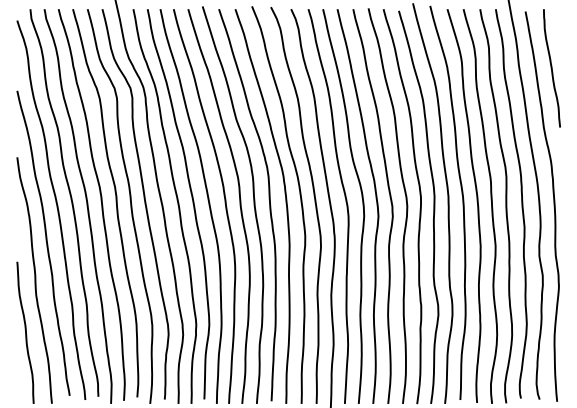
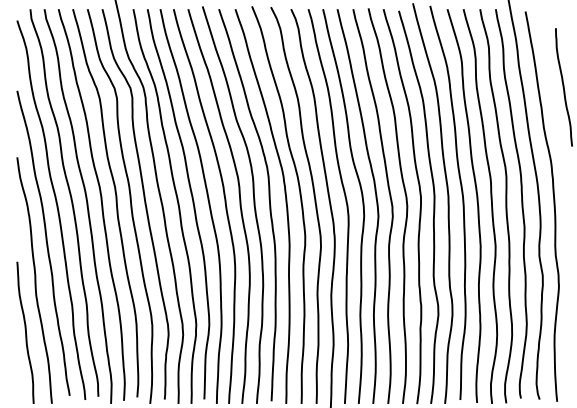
curve at (551, 68) position: (551, 68) -> (563, 87)
